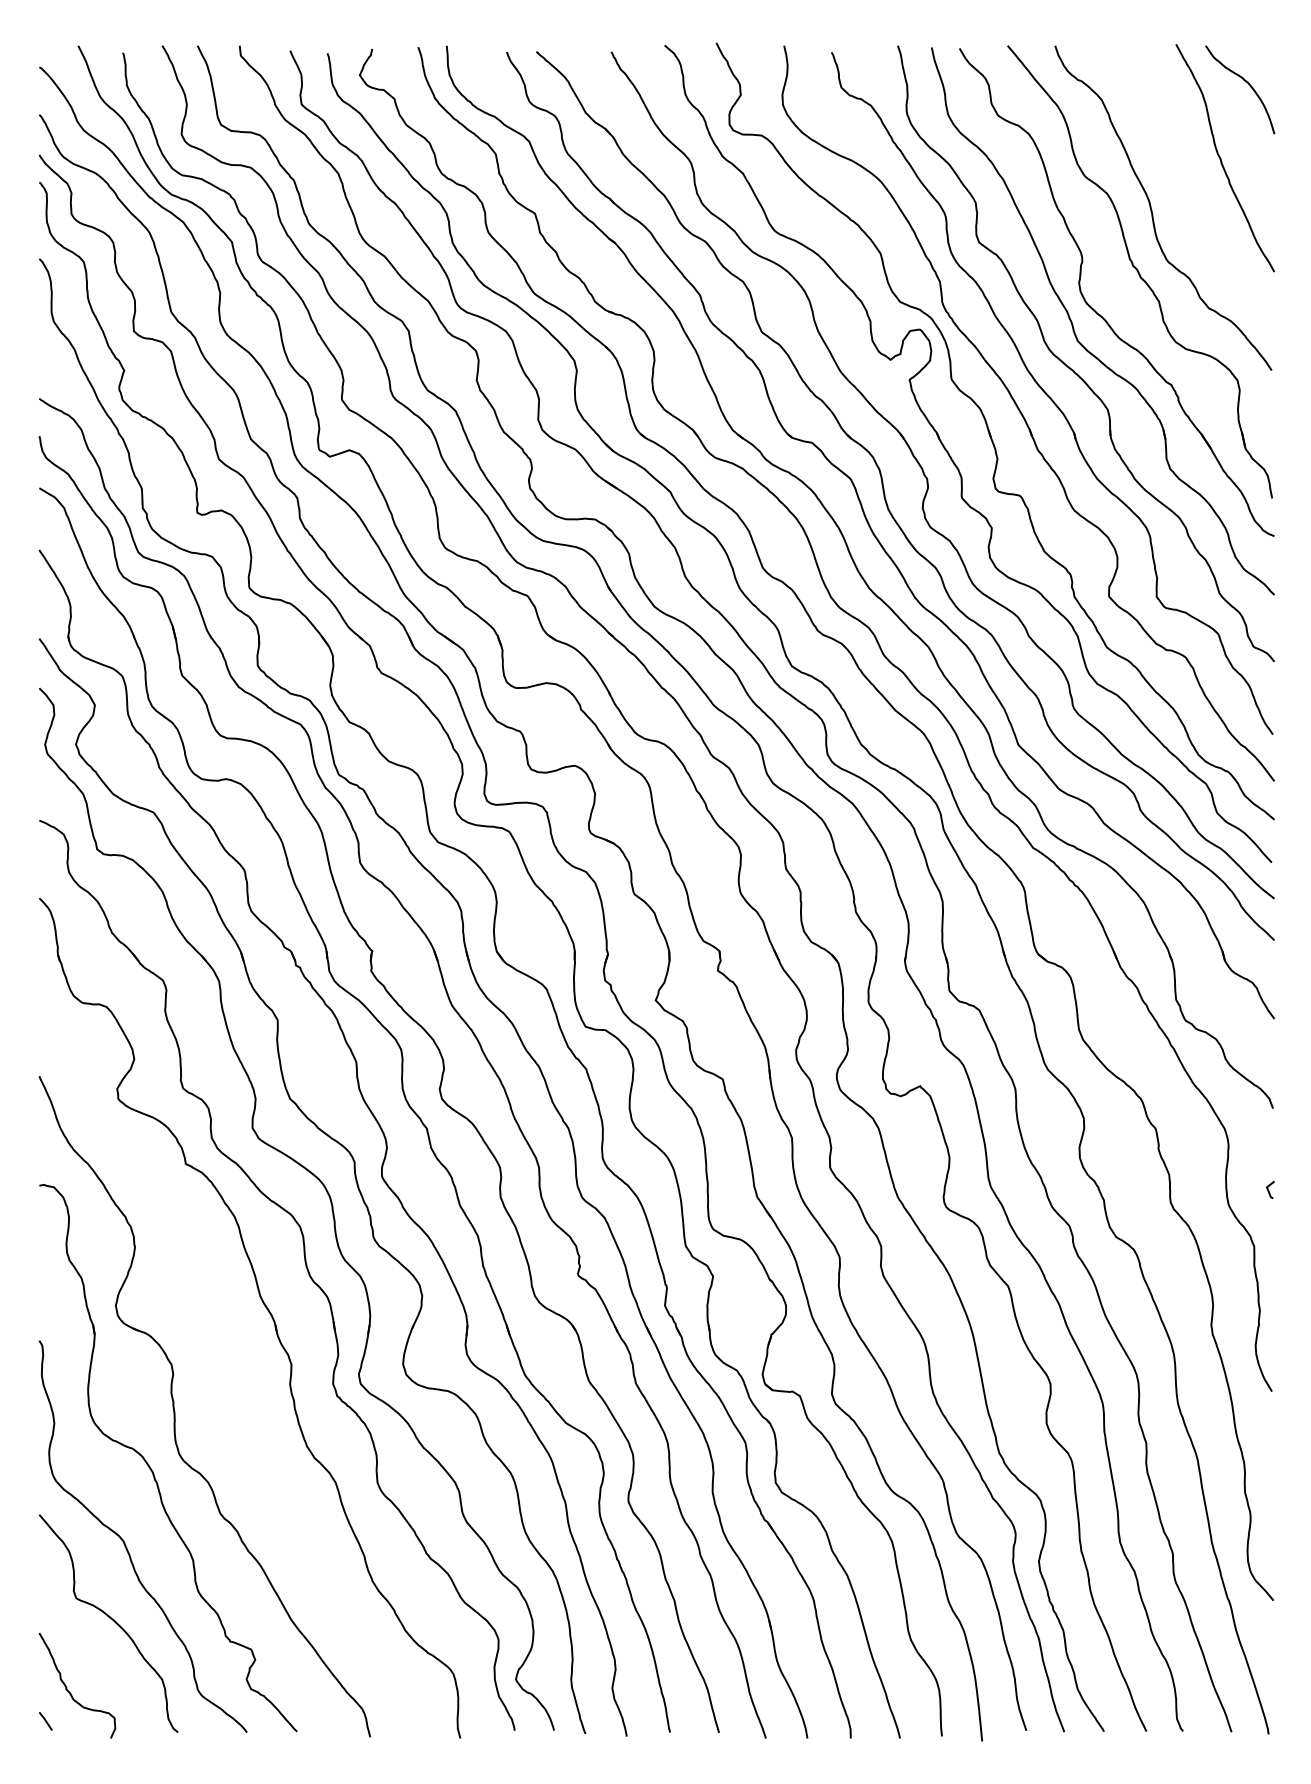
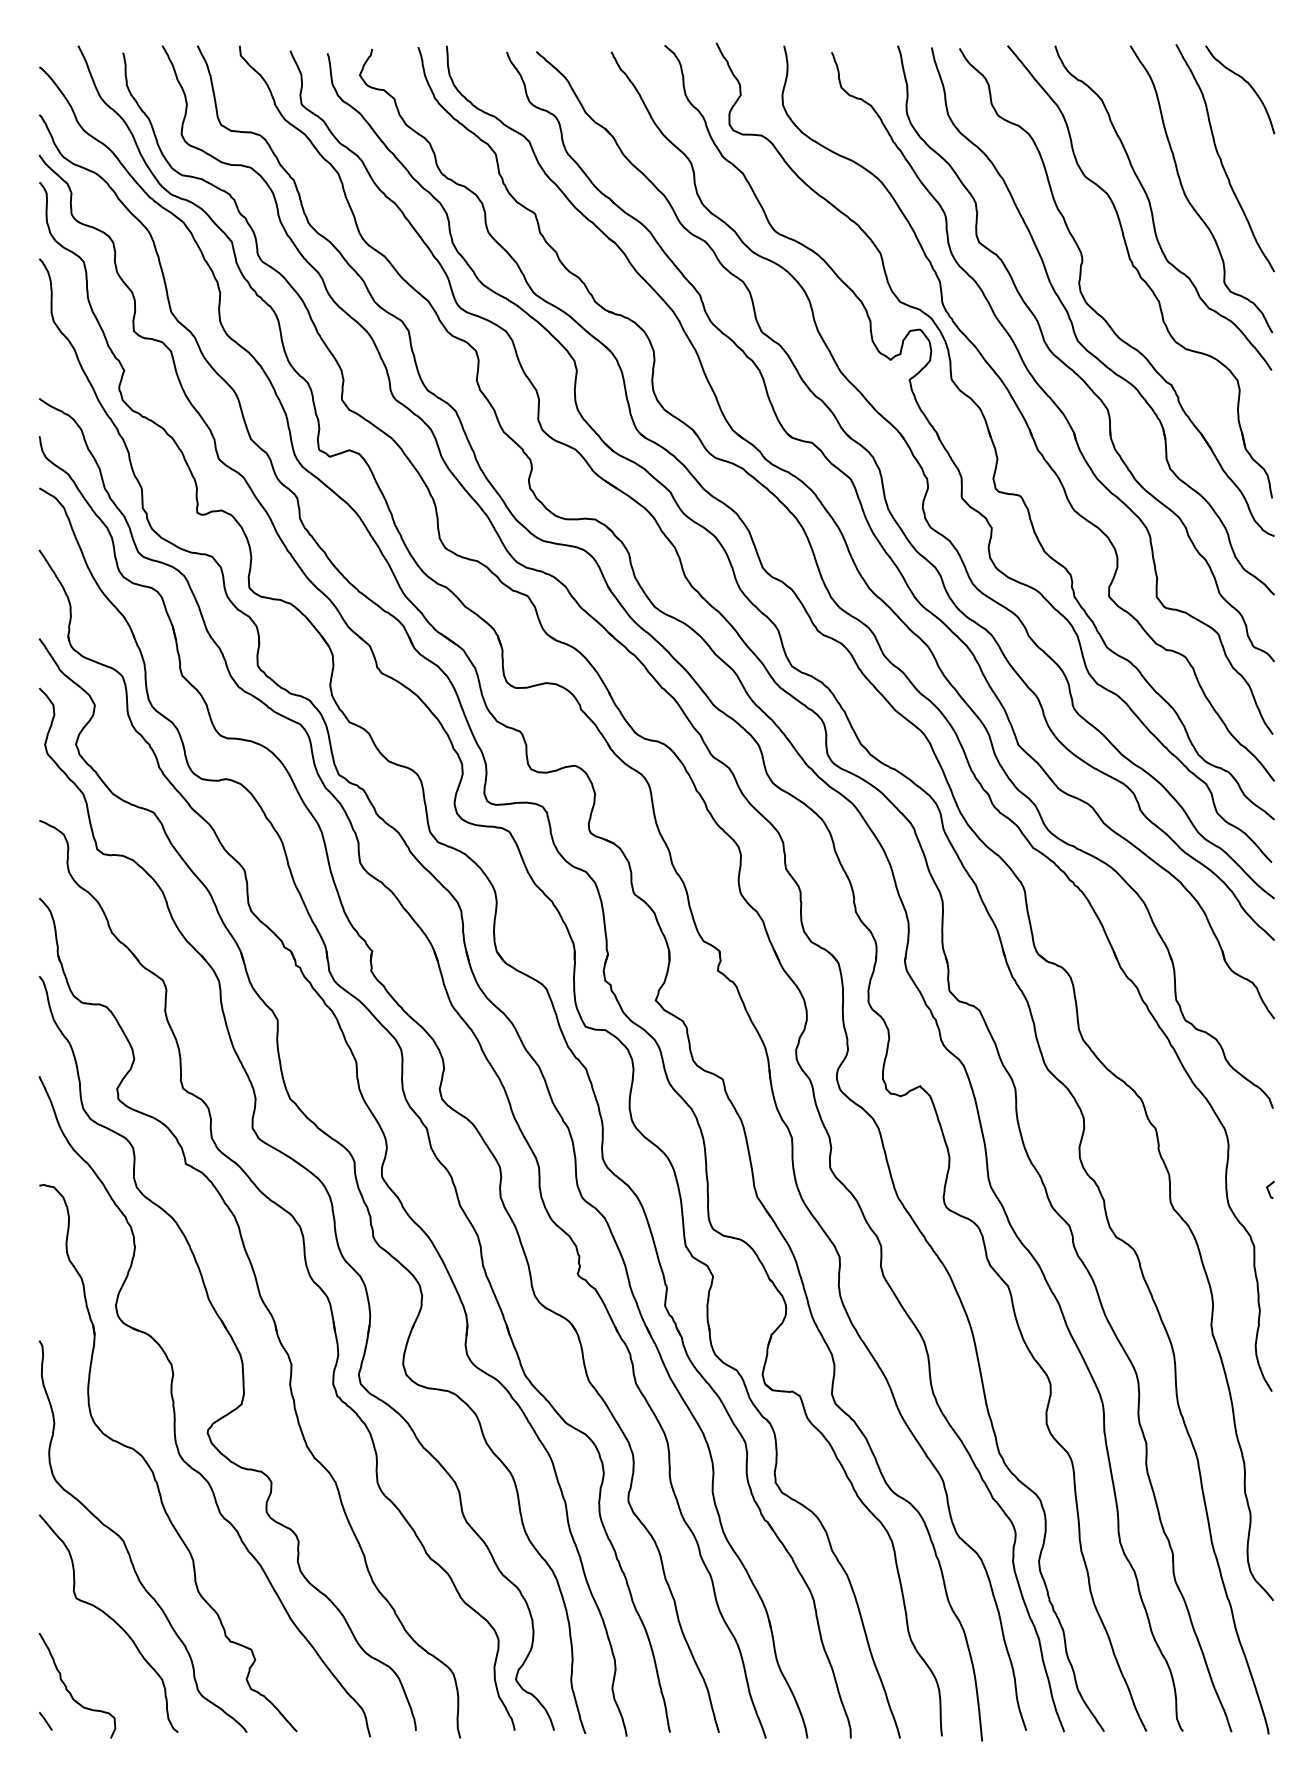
curve at (1188, 198): none -> present
part at (236, 1349): none -> present
